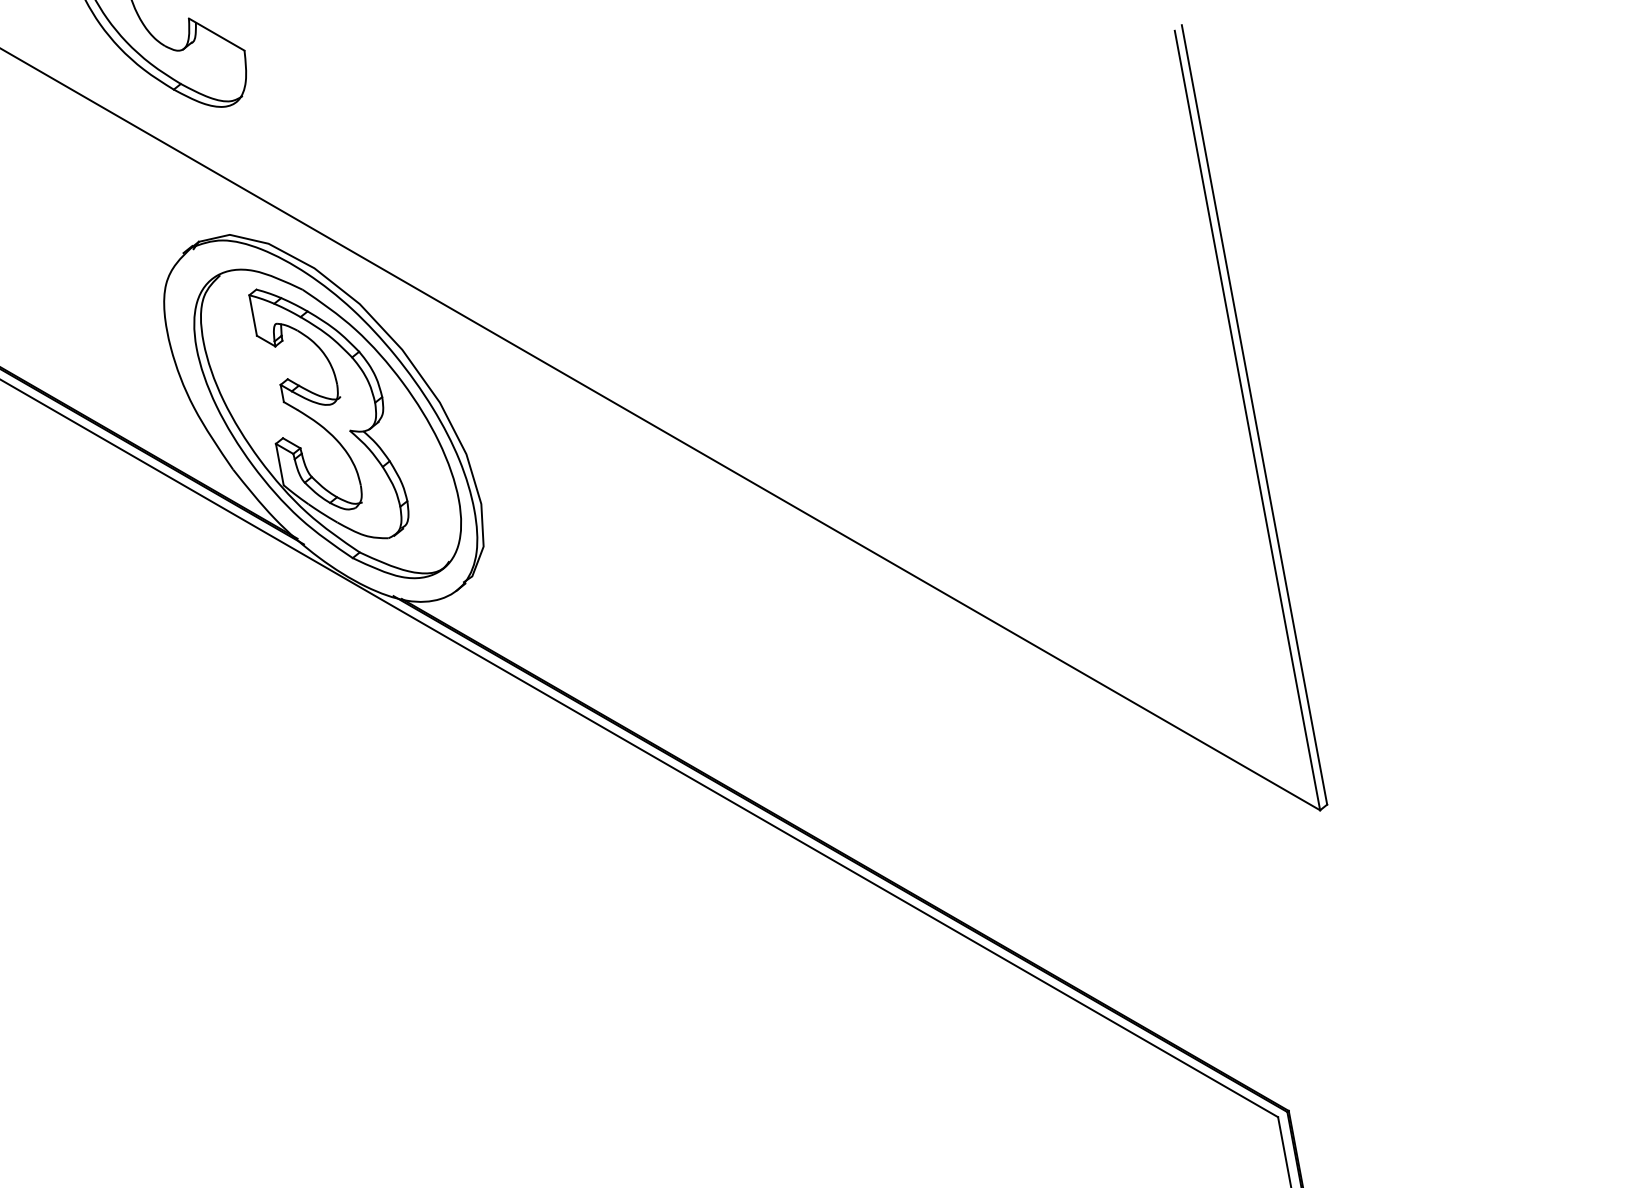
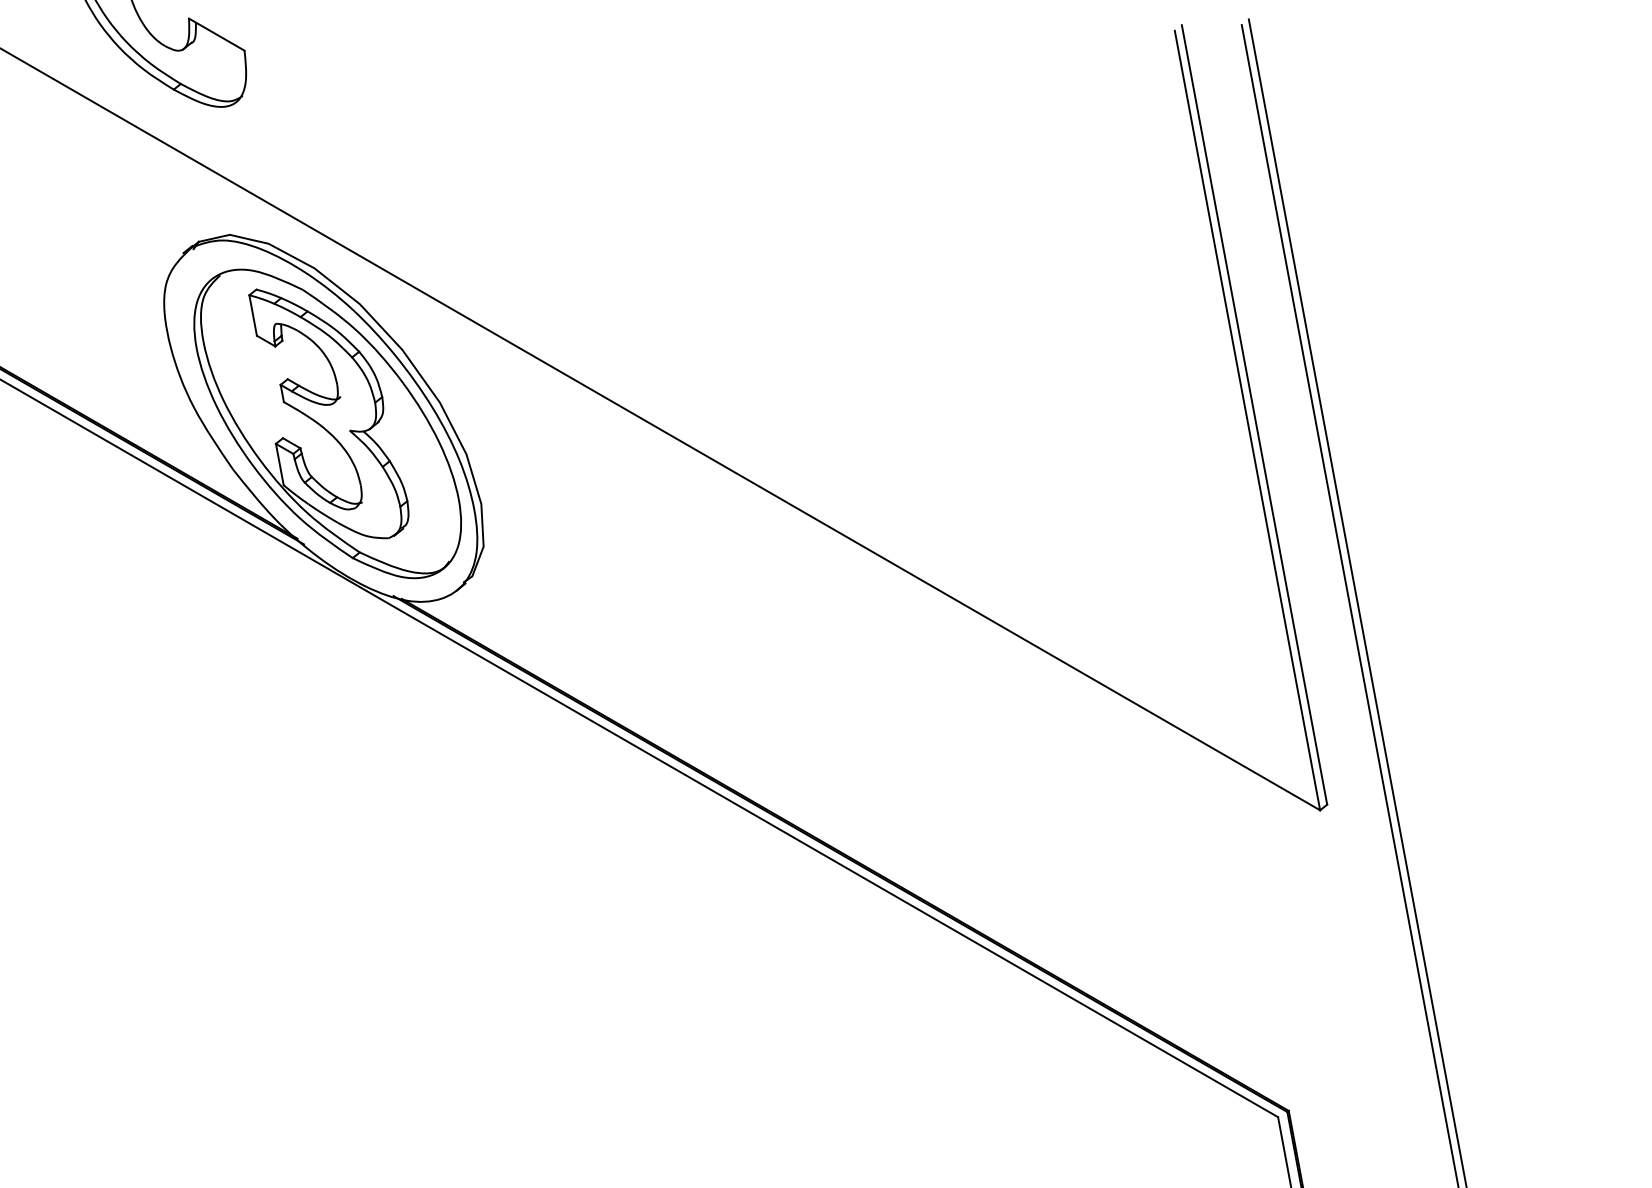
line at (1357, 601): none -> present
line at (1349, 604): none -> present
